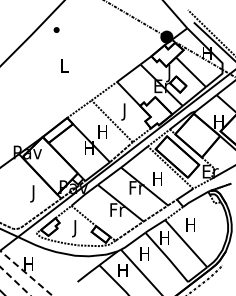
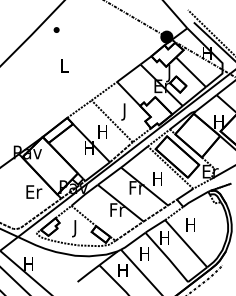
text at (34, 193): J -> Er
line at (25, 272): dashed -> solid
line at (15, 281): dashed -> solid
